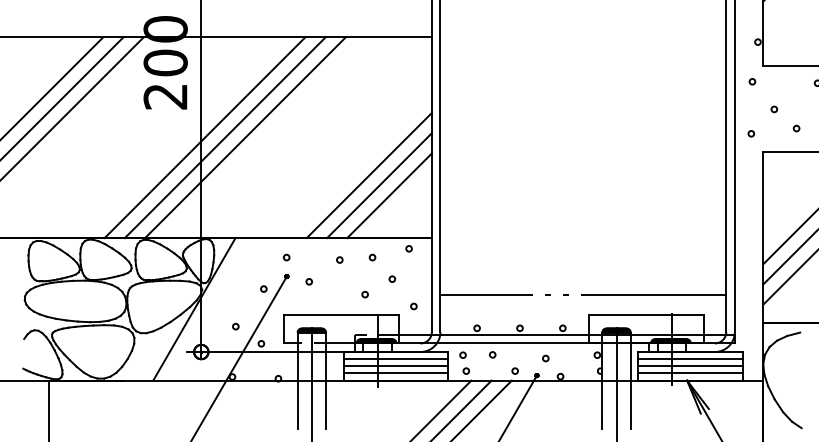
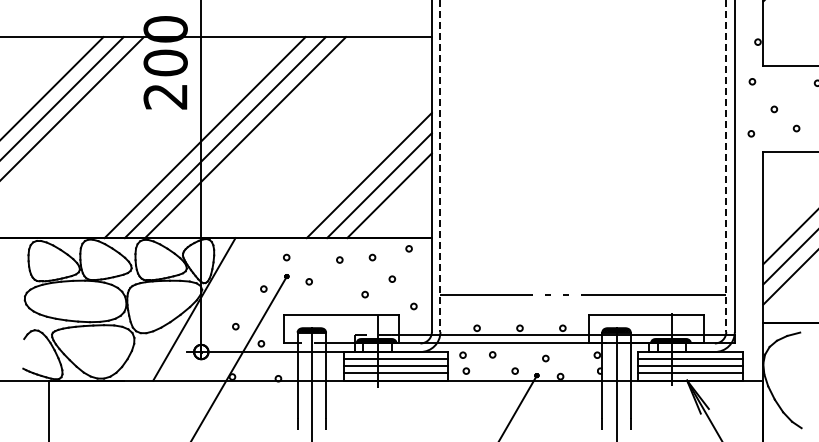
line at (440, 166): solid -> dashed
line at (726, 166): solid -> dashed
line at (442, 409): present -> none
line at (462, 409): present -> none
line at (482, 409): present -> none
